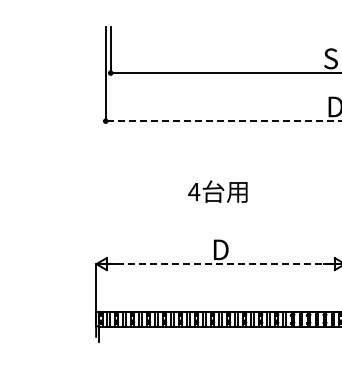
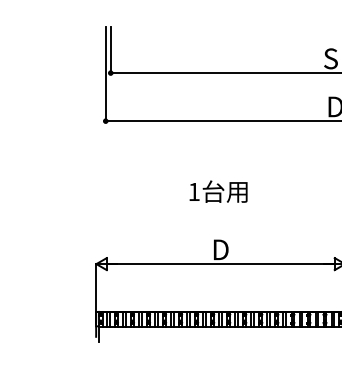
line at (223, 121): dashed -> solid
text at (194, 191): 4 -> 1
line at (220, 264): dashed -> solid
